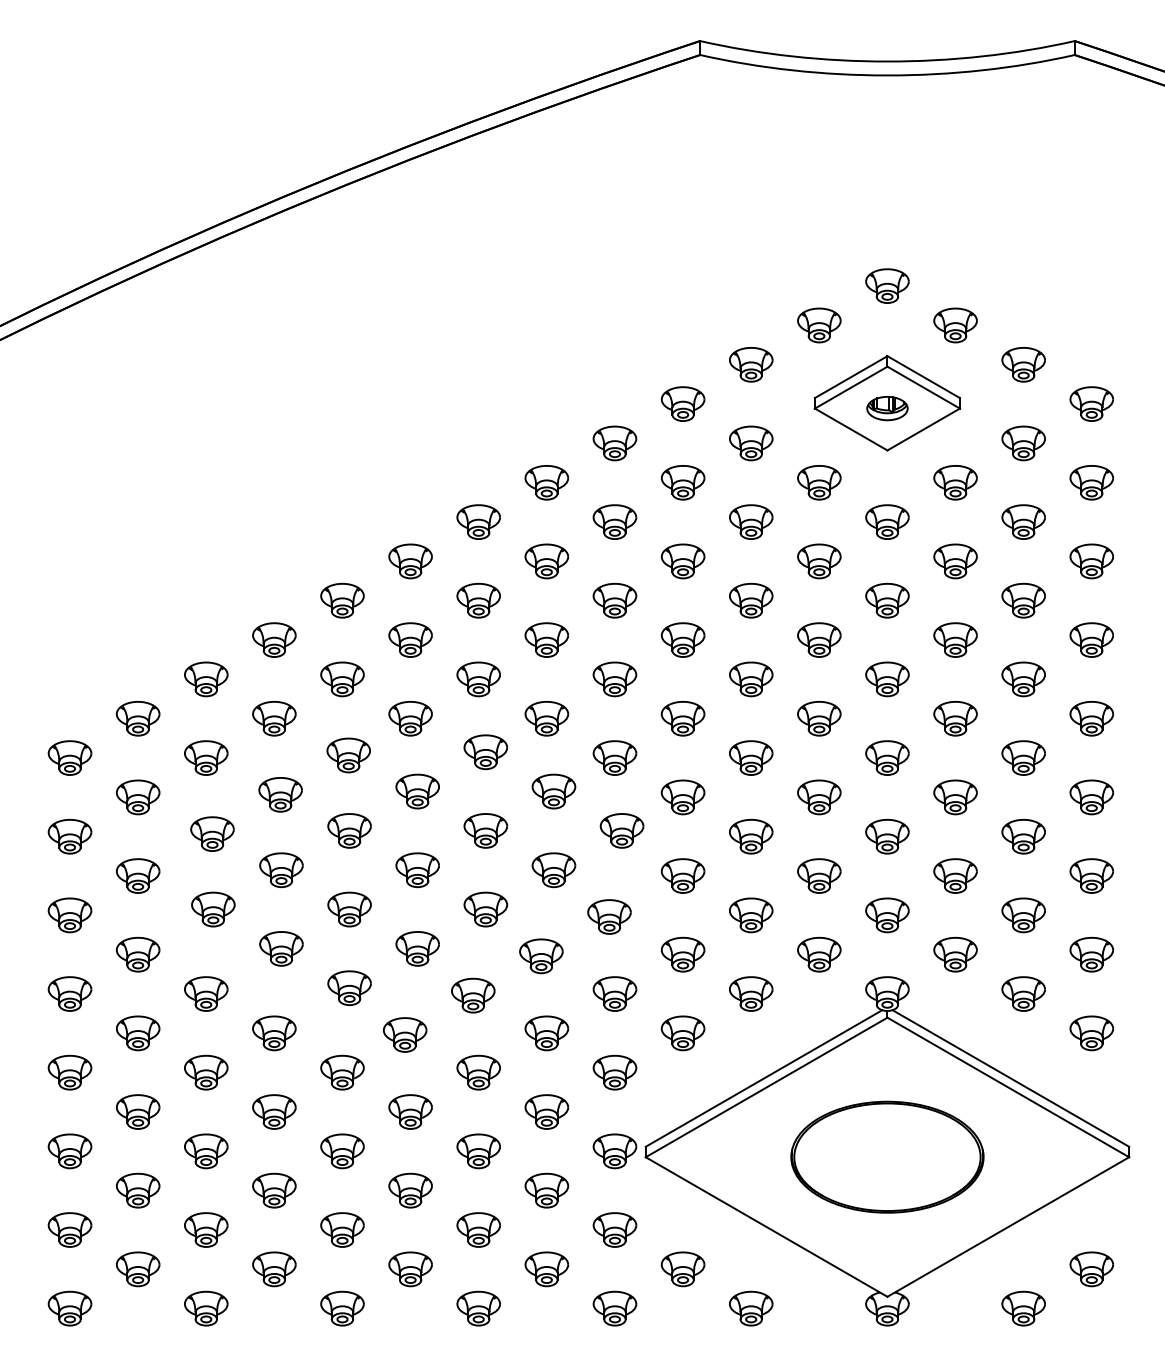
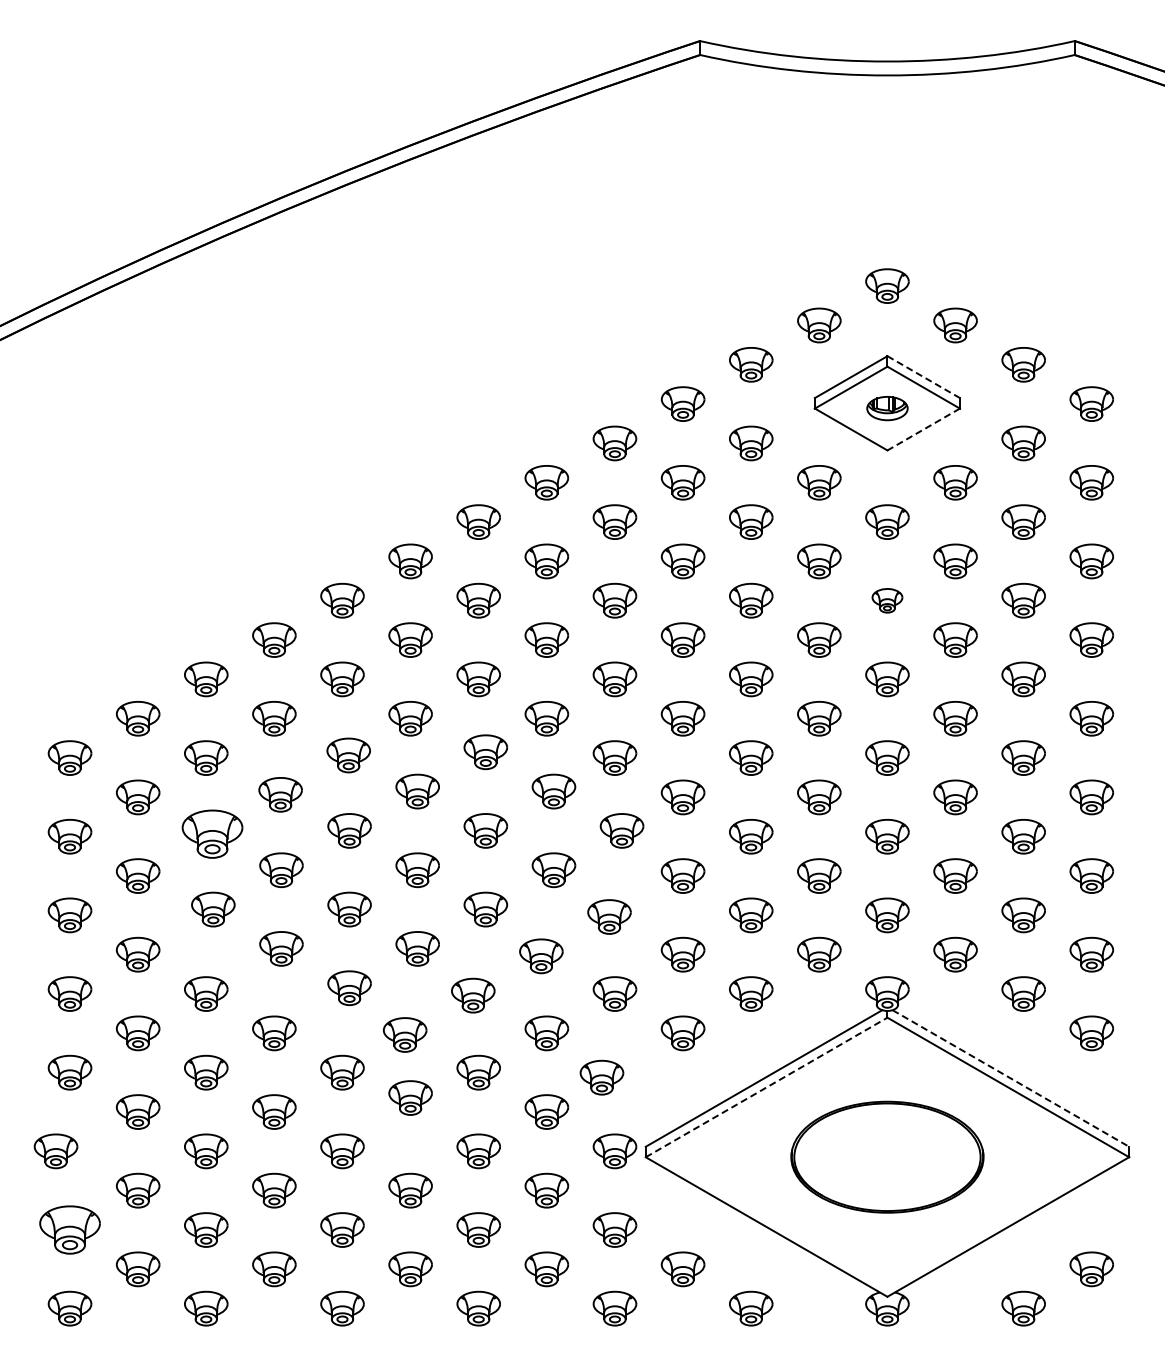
line at (923, 377): solid -> dashed
line at (923, 429): solid -> dashed
part at (887, 600) size: 45x36 px -> 33x26 px
part at (212, 833) size: 45x36 px -> 63x50 px
part at (614, 1072) position: (614, 1072) -> (601, 1077)
line at (1010, 1078): solid -> dashed
line at (766, 1087): solid -> dashed
part at (410, 1111) position: (410, 1111) -> (410, 1097)
part at (69, 1151) position: (69, 1151) -> (55, 1151)
part at (69, 1229) size: 46x36 px -> 62x50 px
